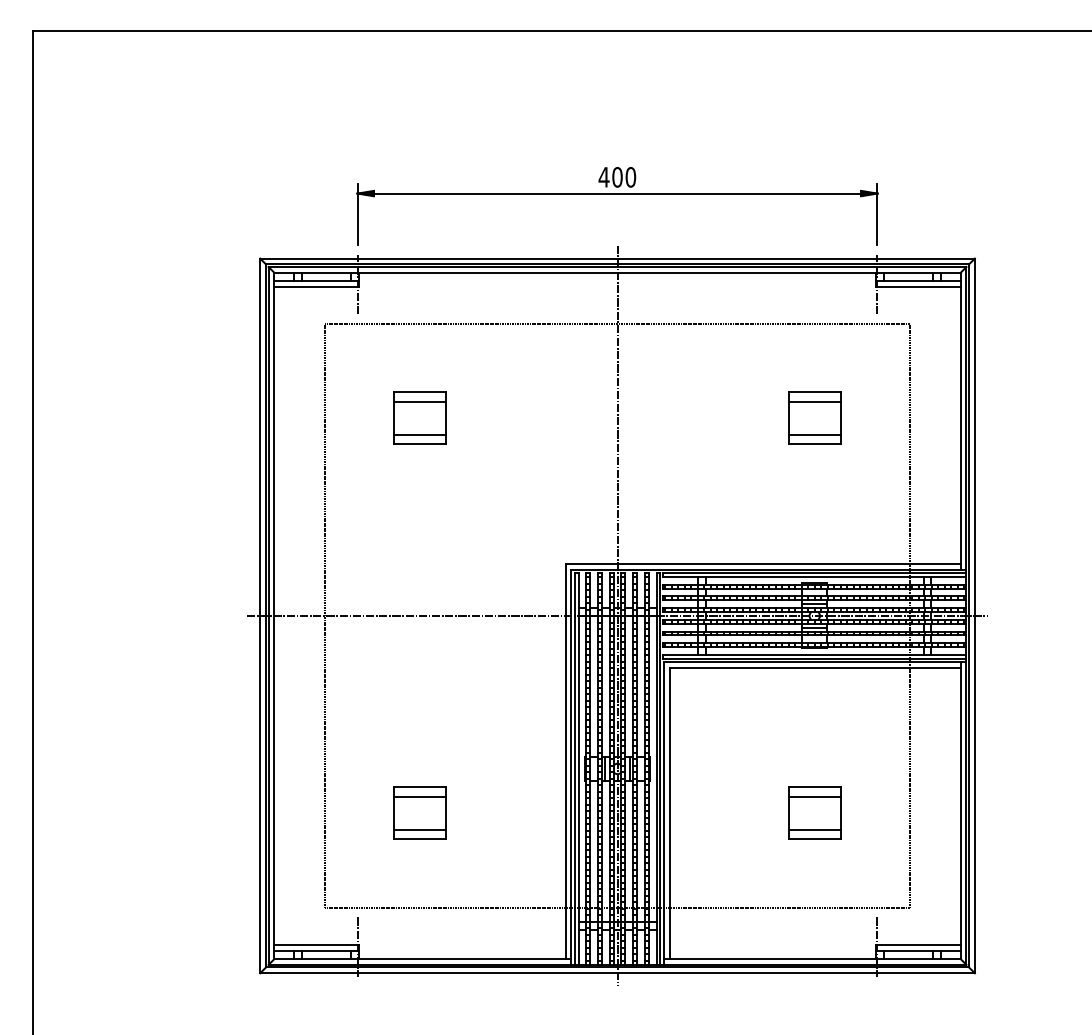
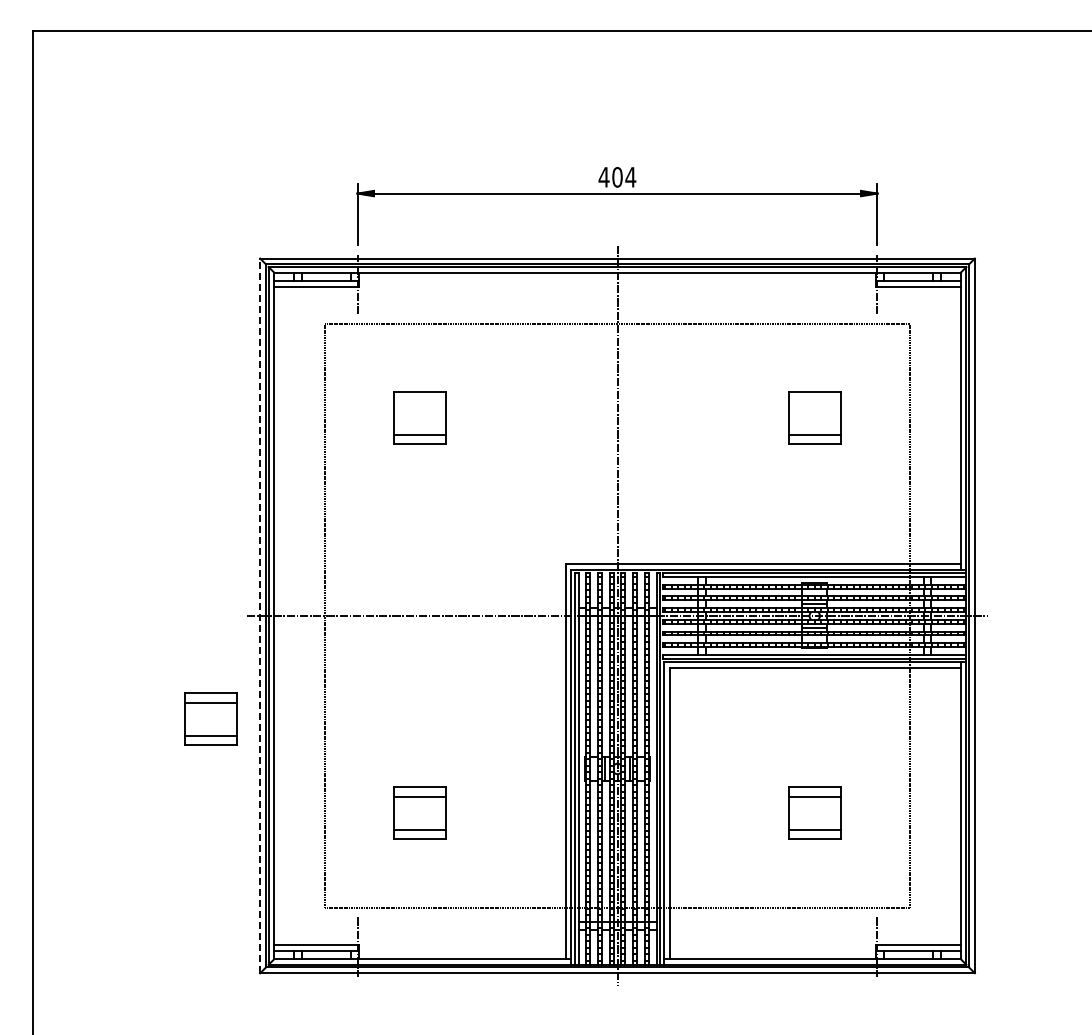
text at (630, 176): 400 -> 404
line at (420, 402): present -> none
line at (815, 402): present -> none
line at (260, 615): solid -> dashed
part at (210, 718): none -> present
